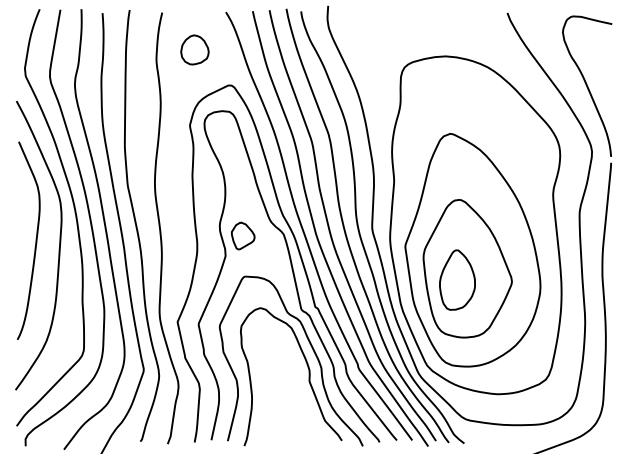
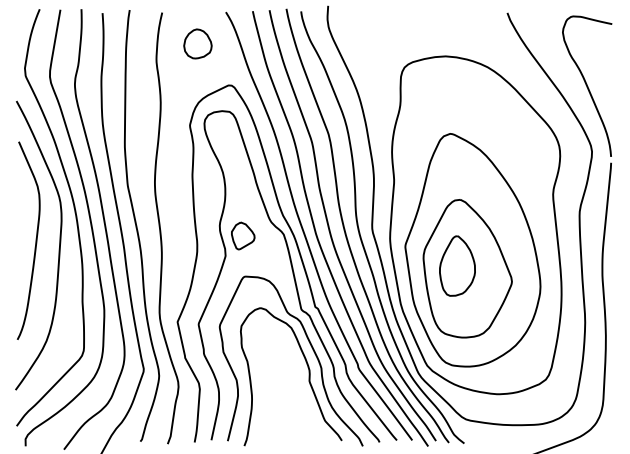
part at (194, 49) position: (194, 49) -> (197, 43)
part at (457, 279) position: (457, 279) -> (457, 265)
